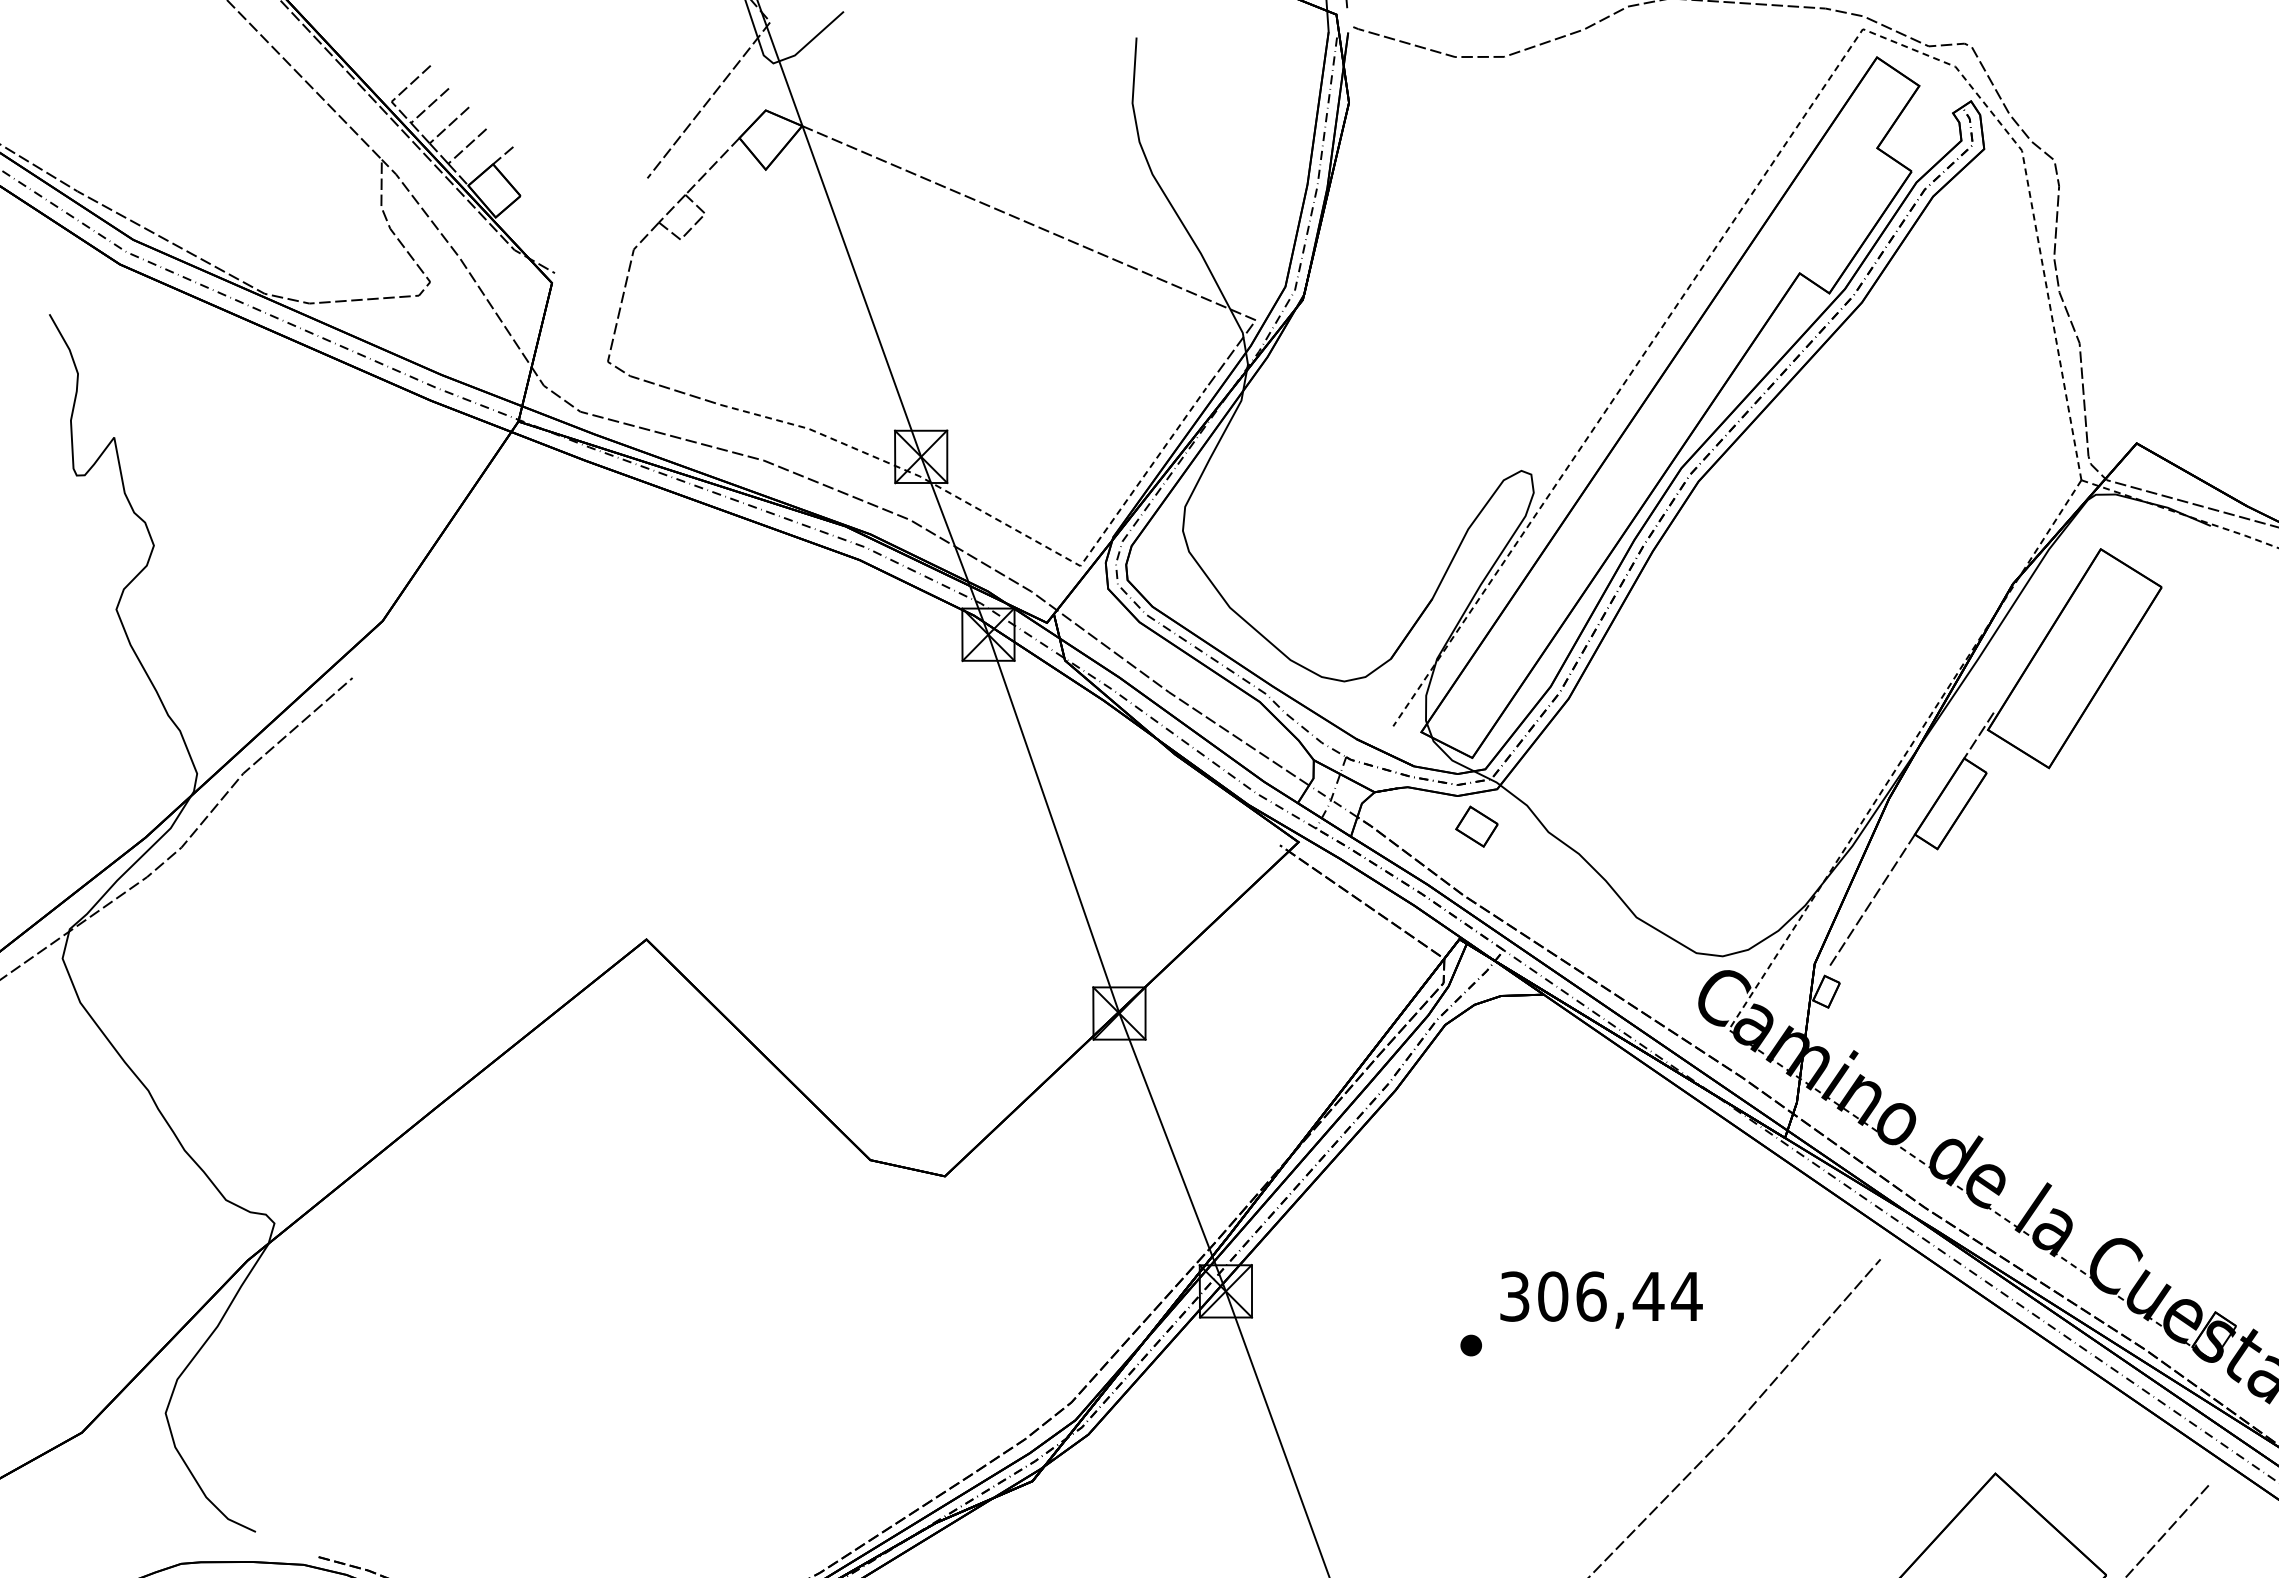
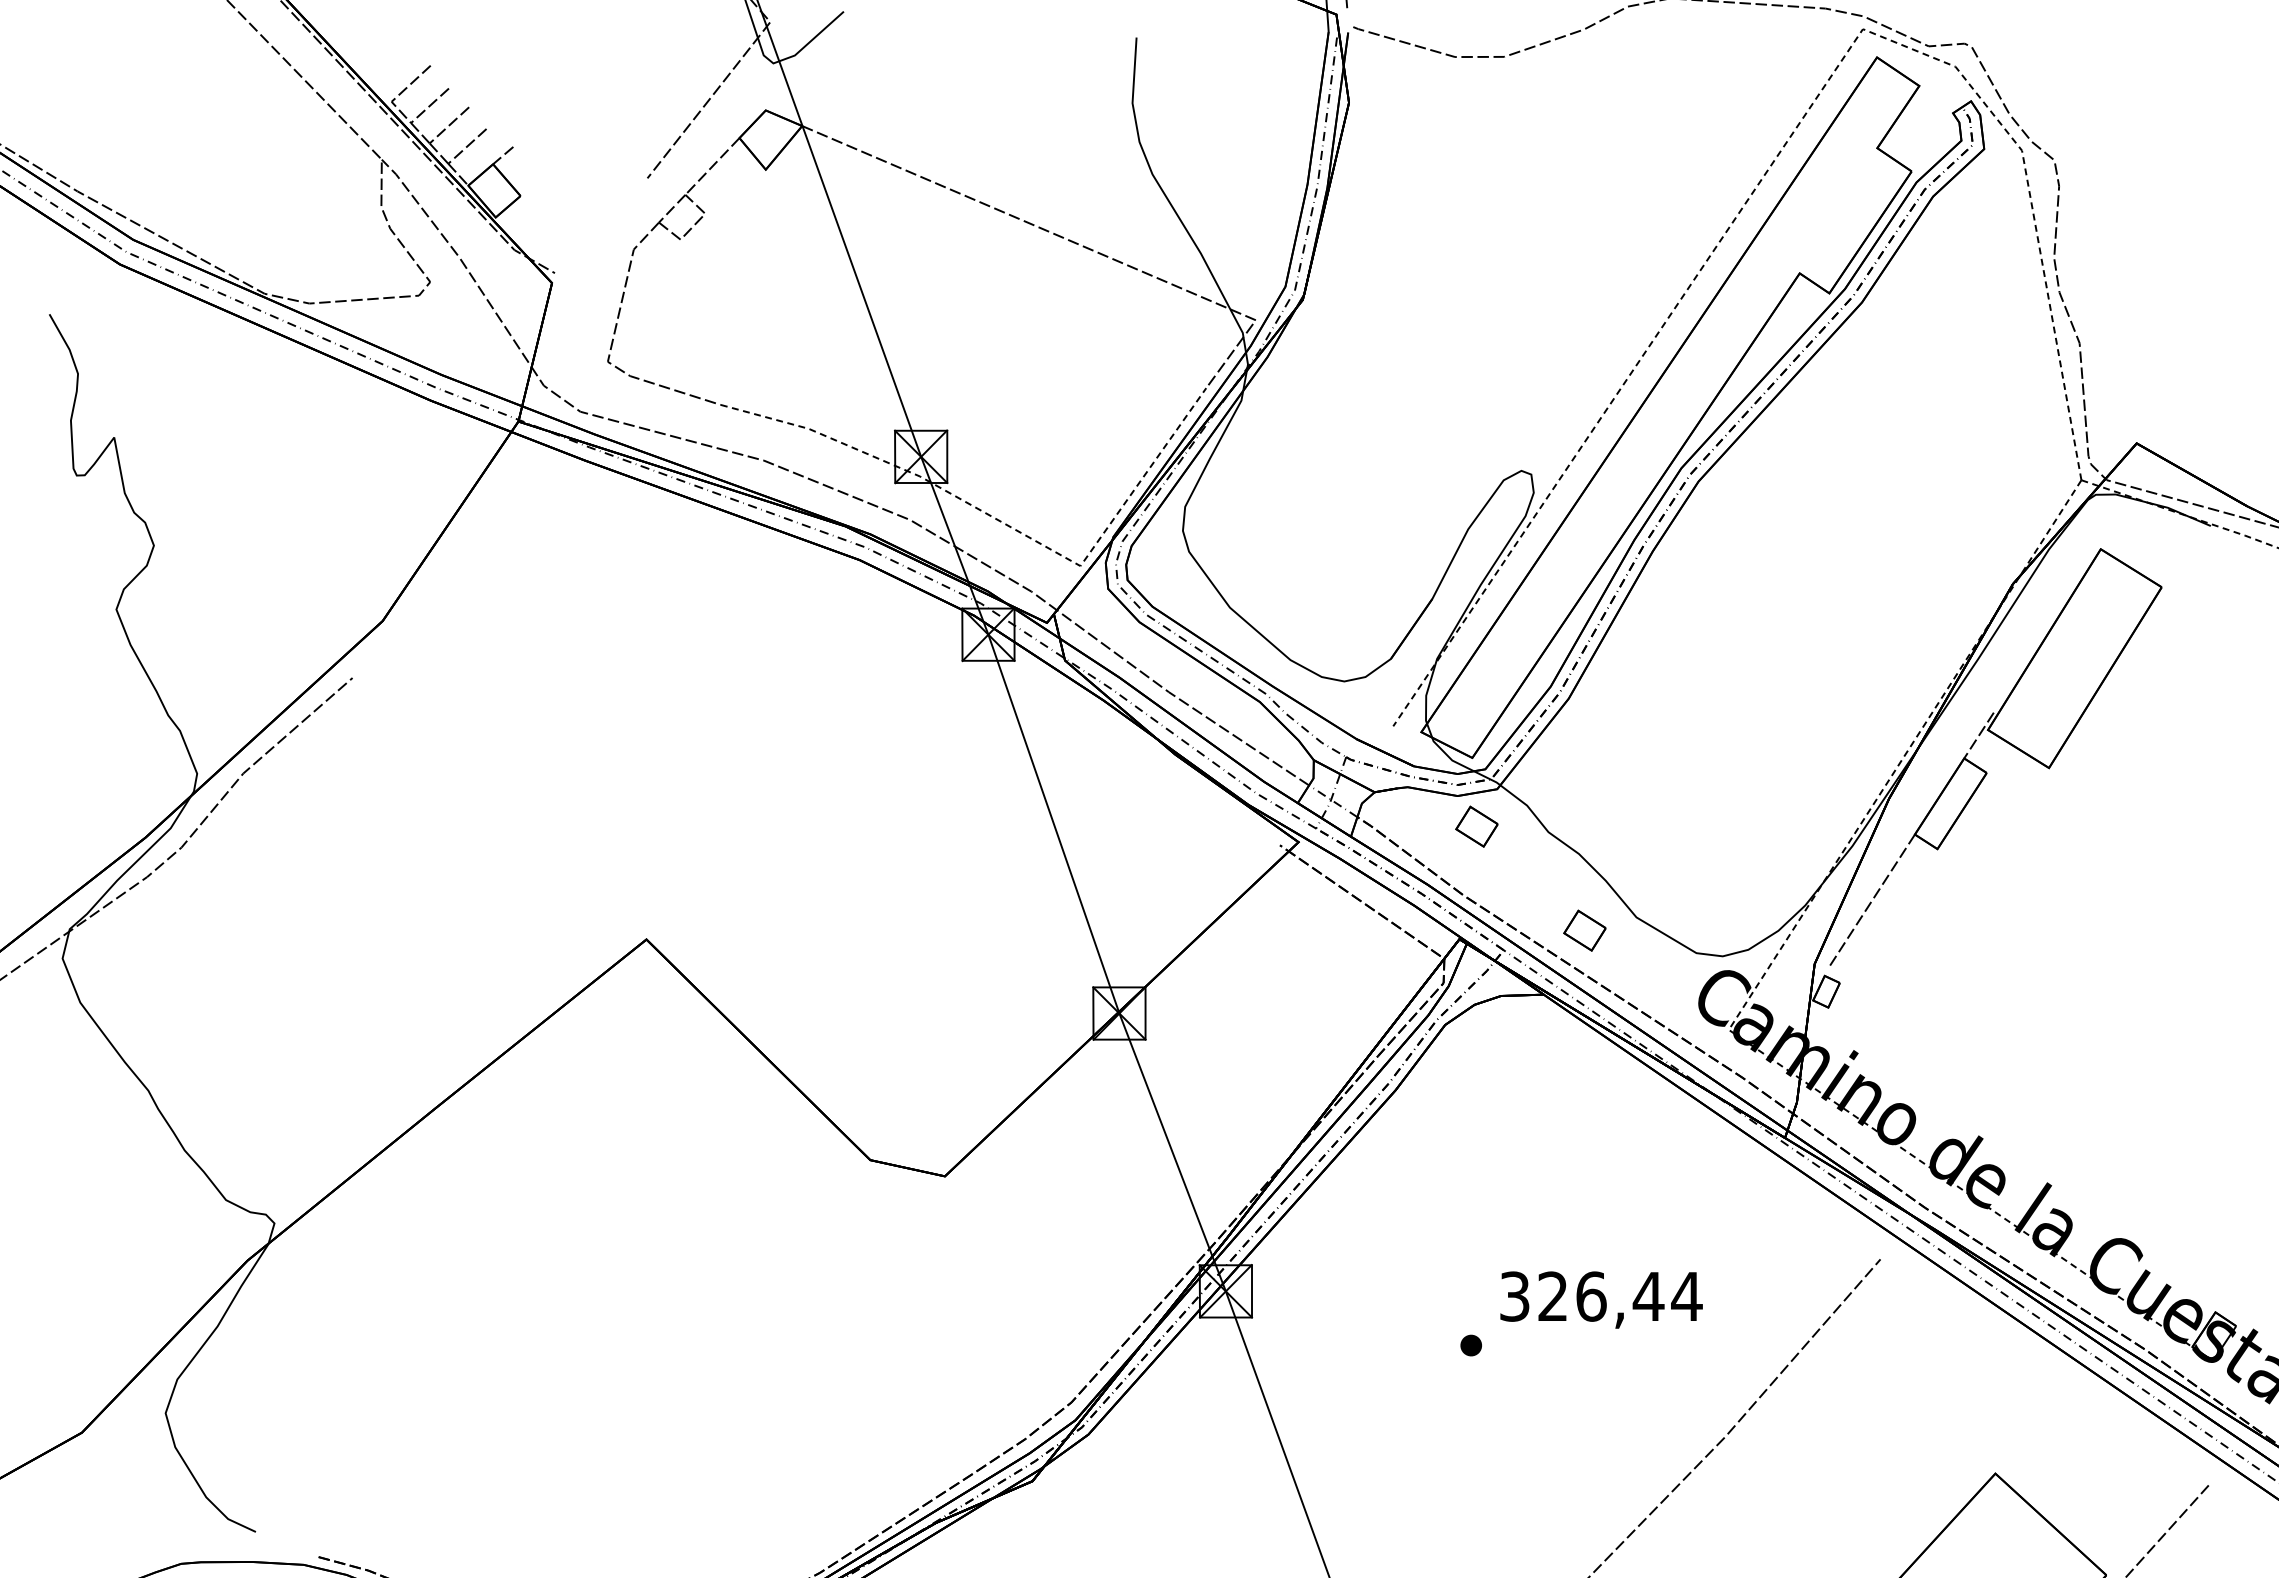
part at (1584, 930): none -> present
text at (1553, 1296): 306,44 -> 326,44
